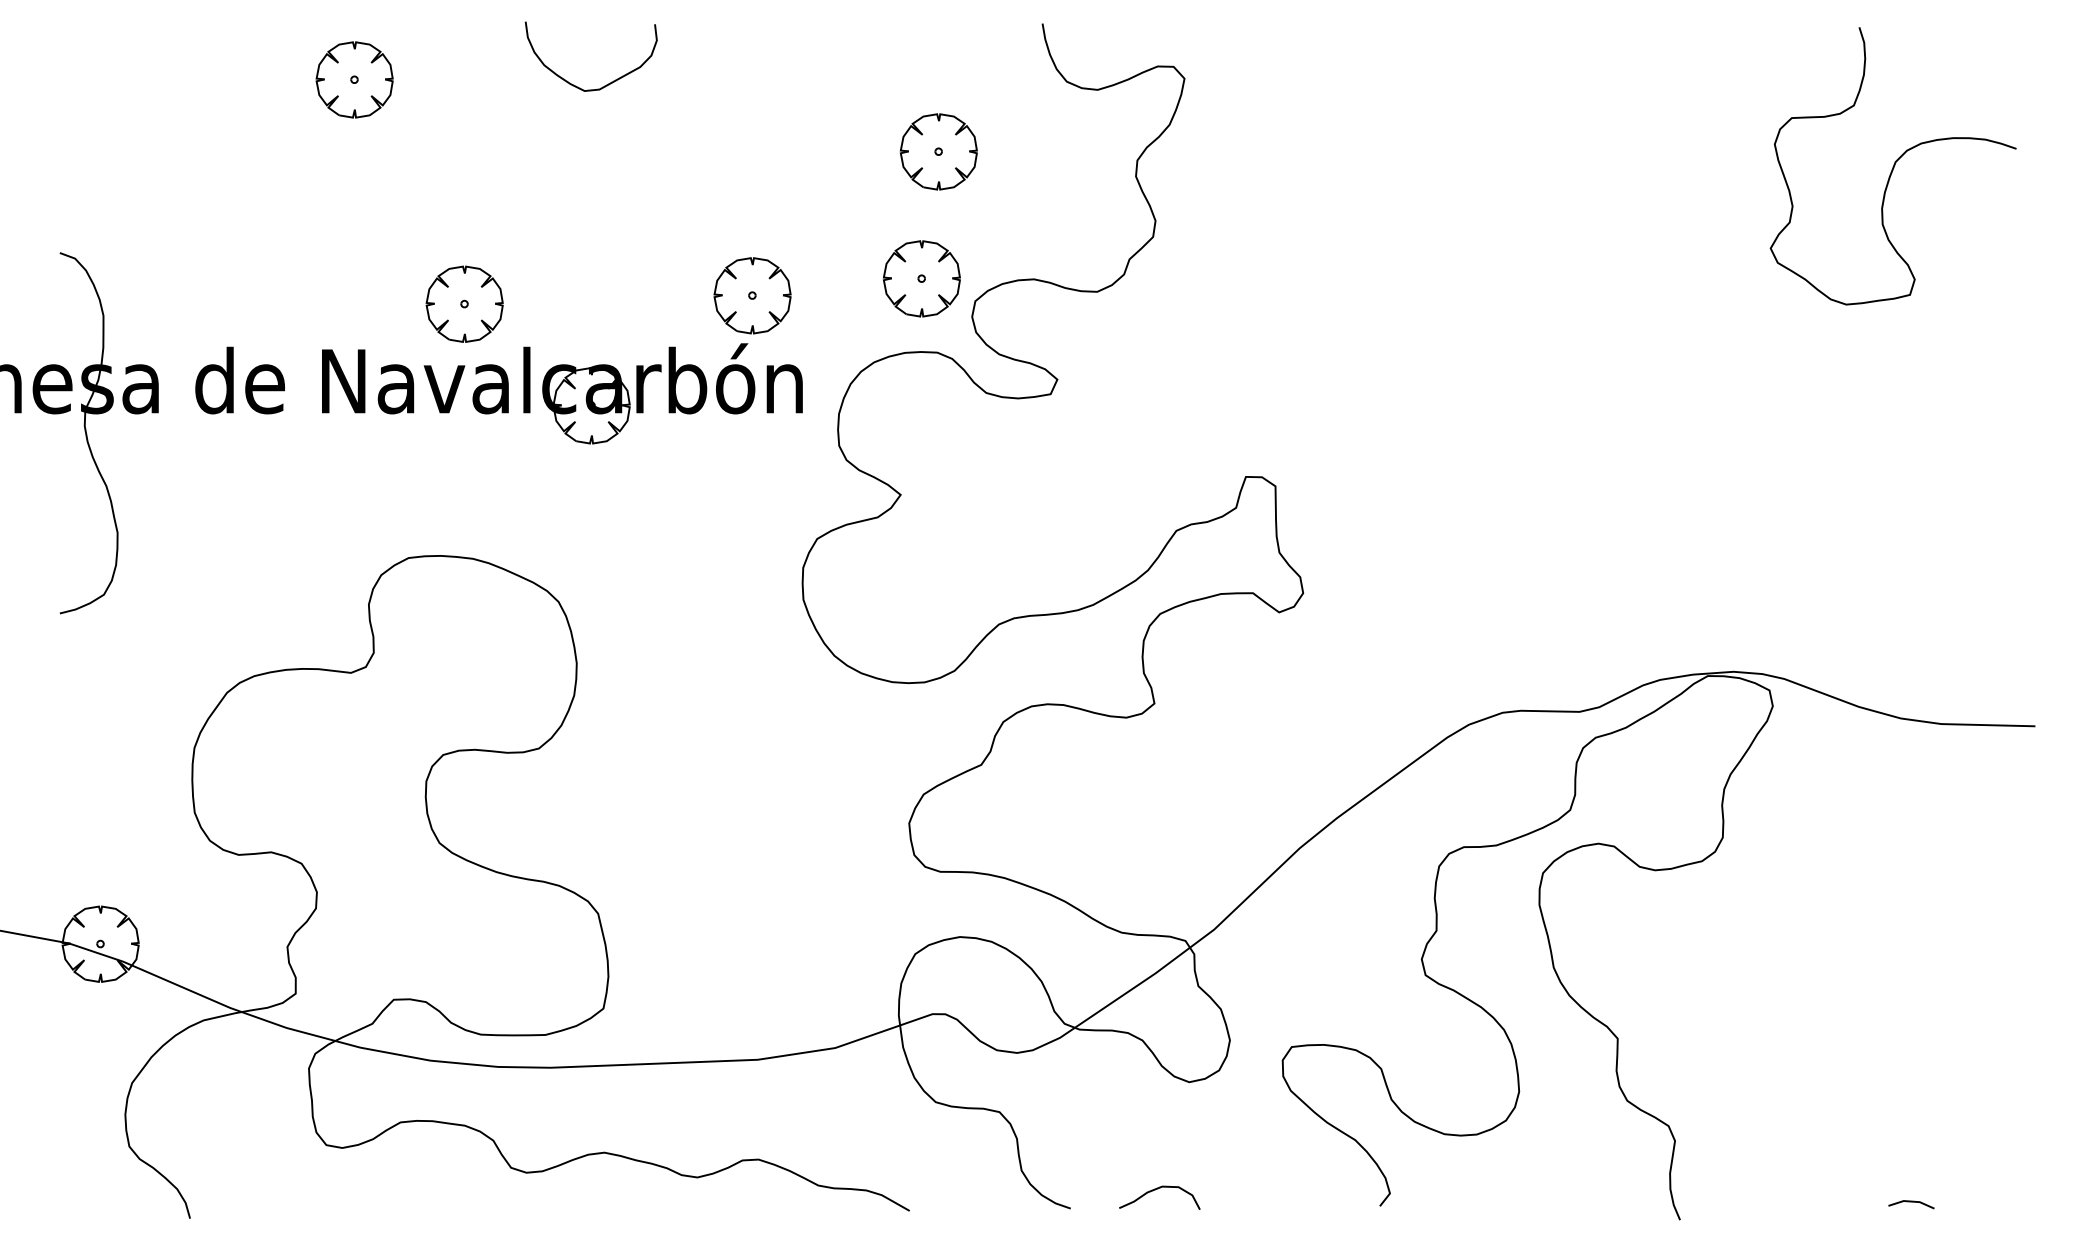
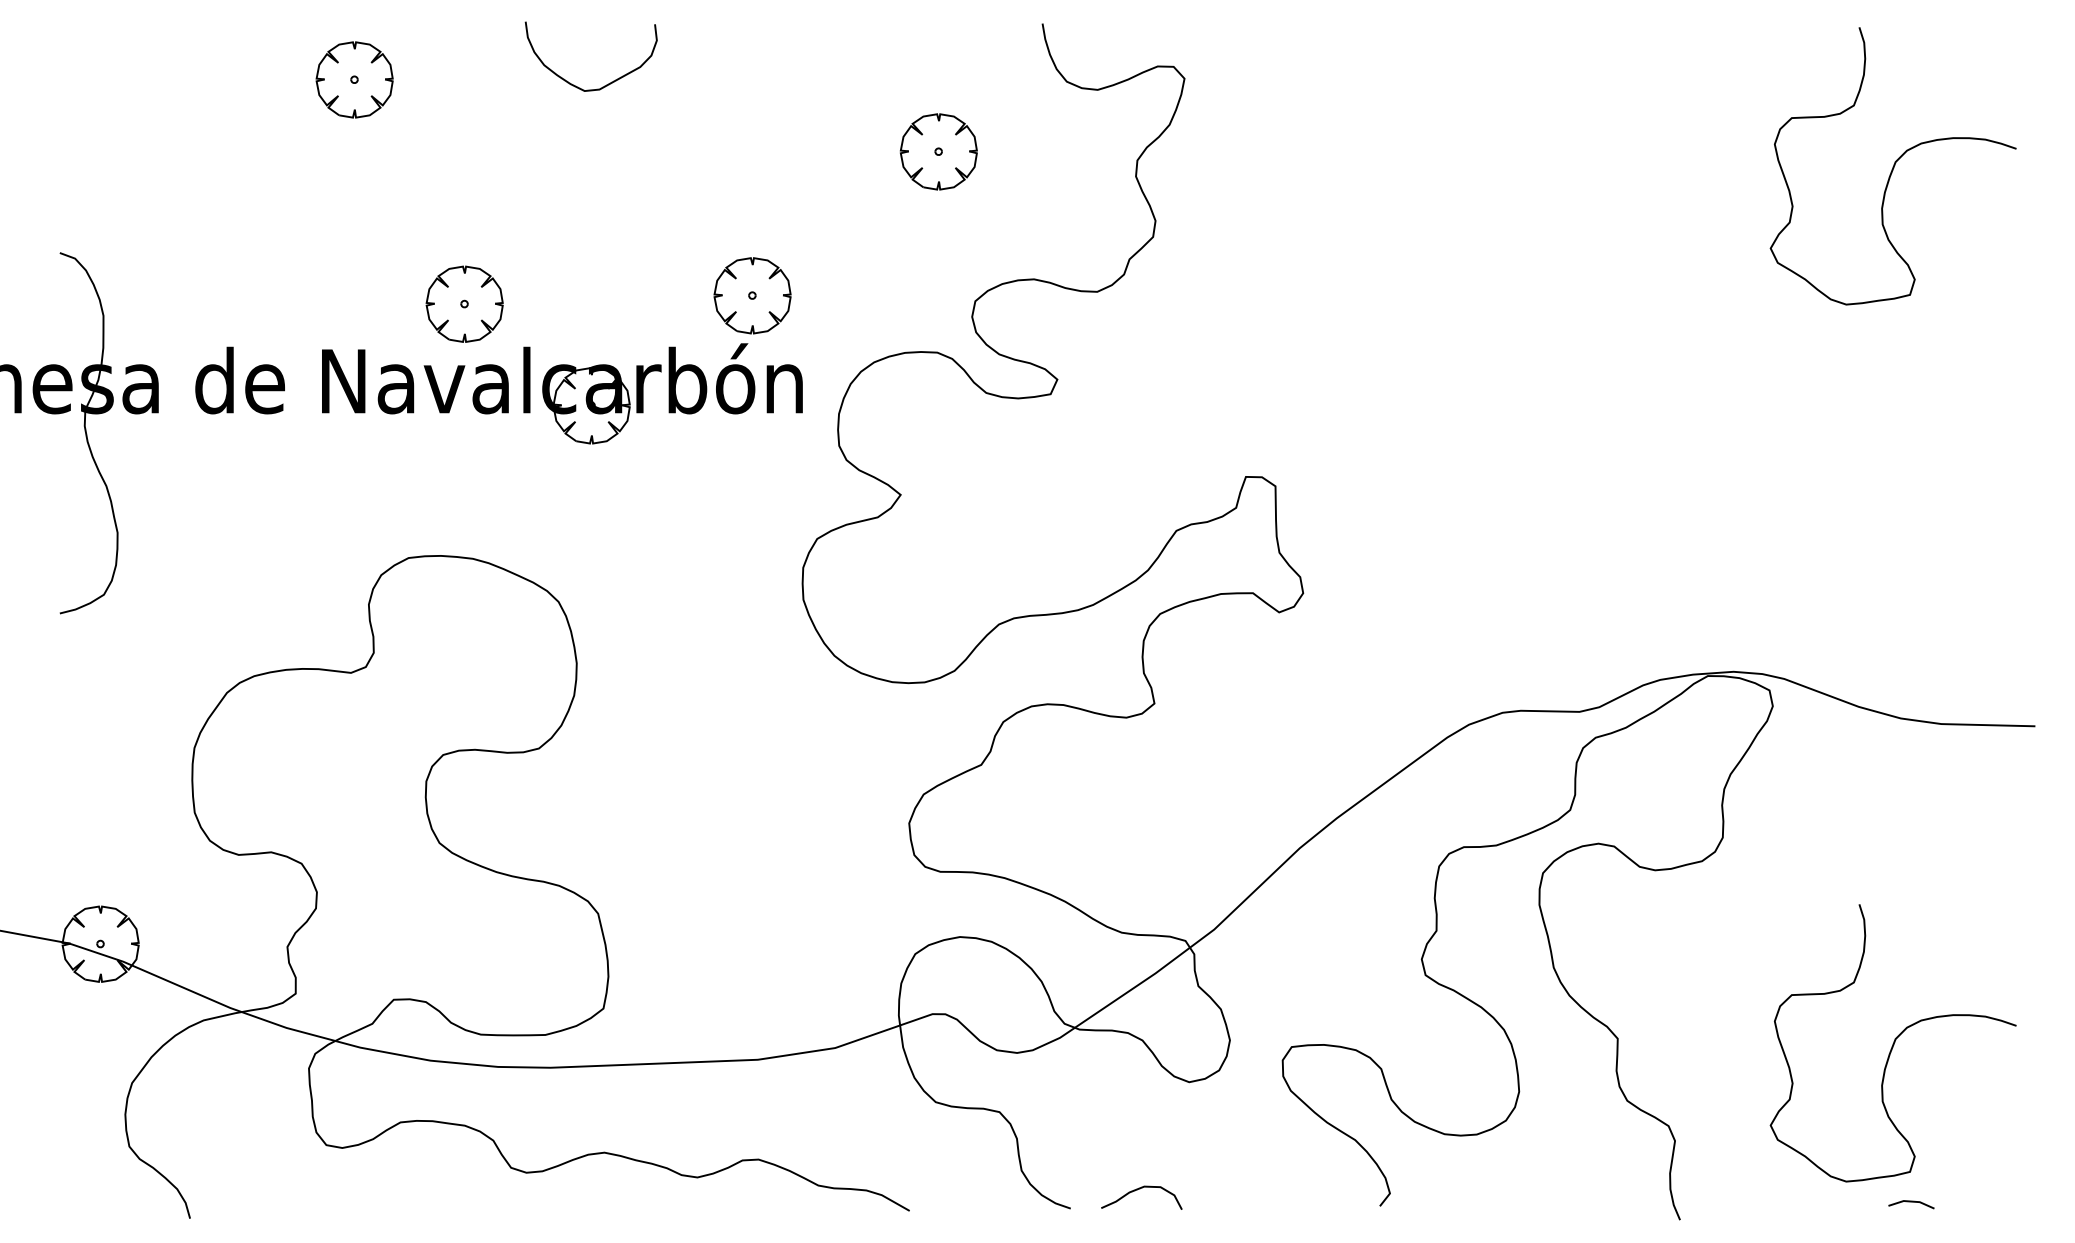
part at (921, 278): present -> none
curve at (1892, 1043): none -> present
curve at (1158, 1189) position: (1158, 1189) -> (1140, 1189)
